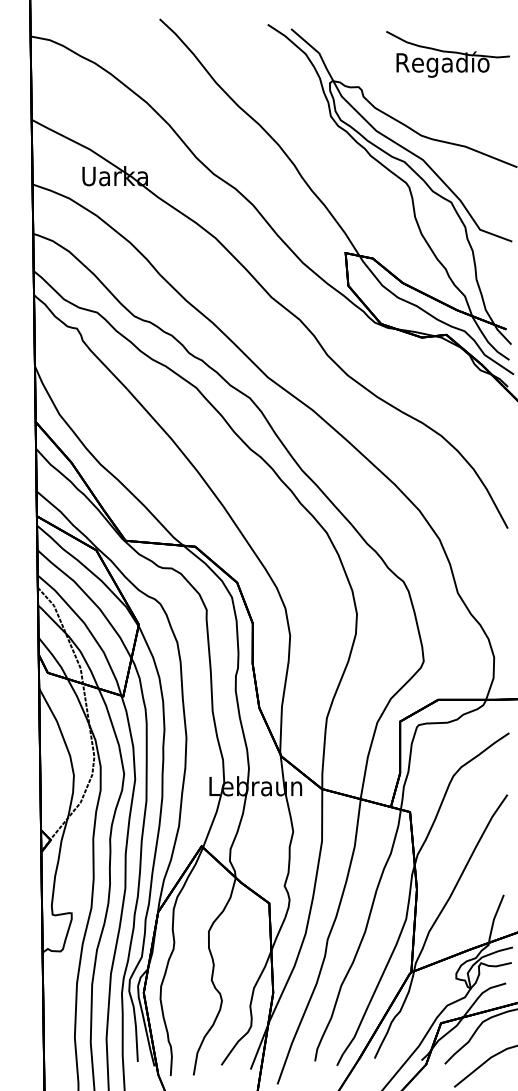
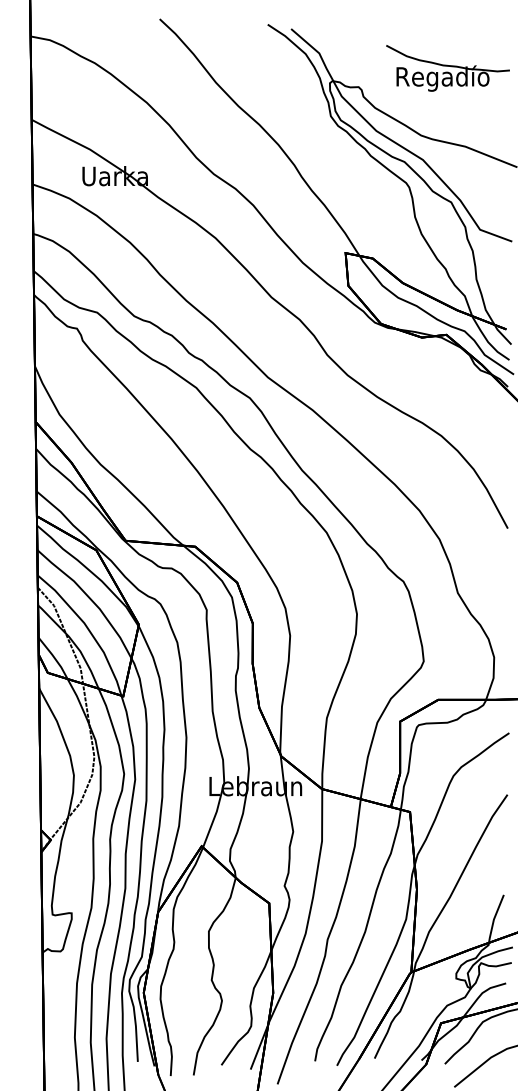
part at (447, 54) position: (447, 54) -> (447, 68)
